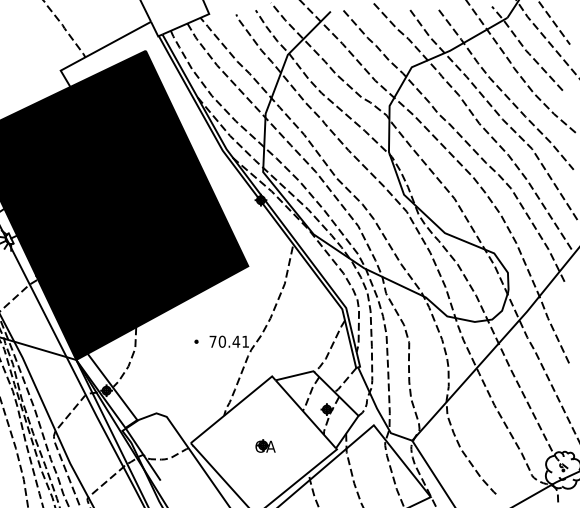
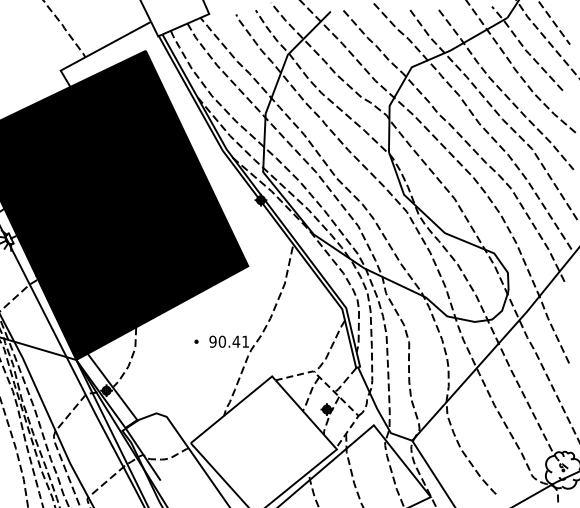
text at (212, 341): 70.41 -> 90.41
line at (336, 394): solid -> dashed
part at (265, 445): present -> none
